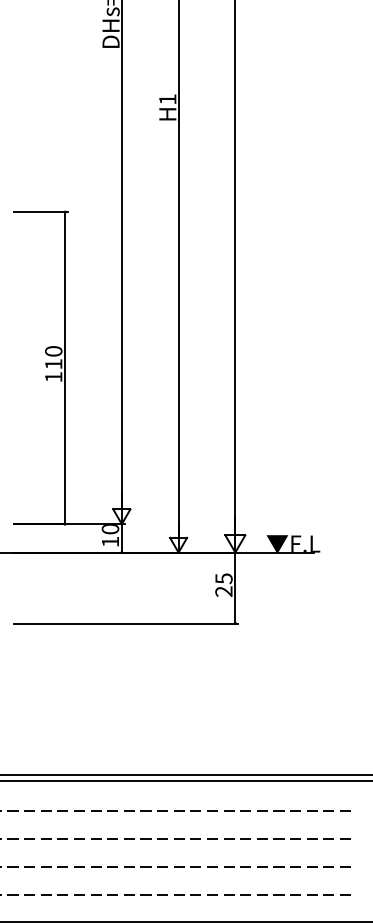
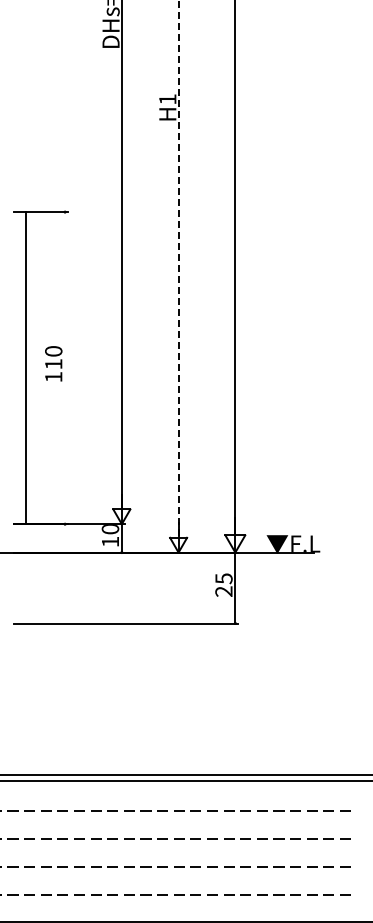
line at (178, 267): solid -> dashed
line at (65, 368) position: (65, 368) -> (26, 368)
